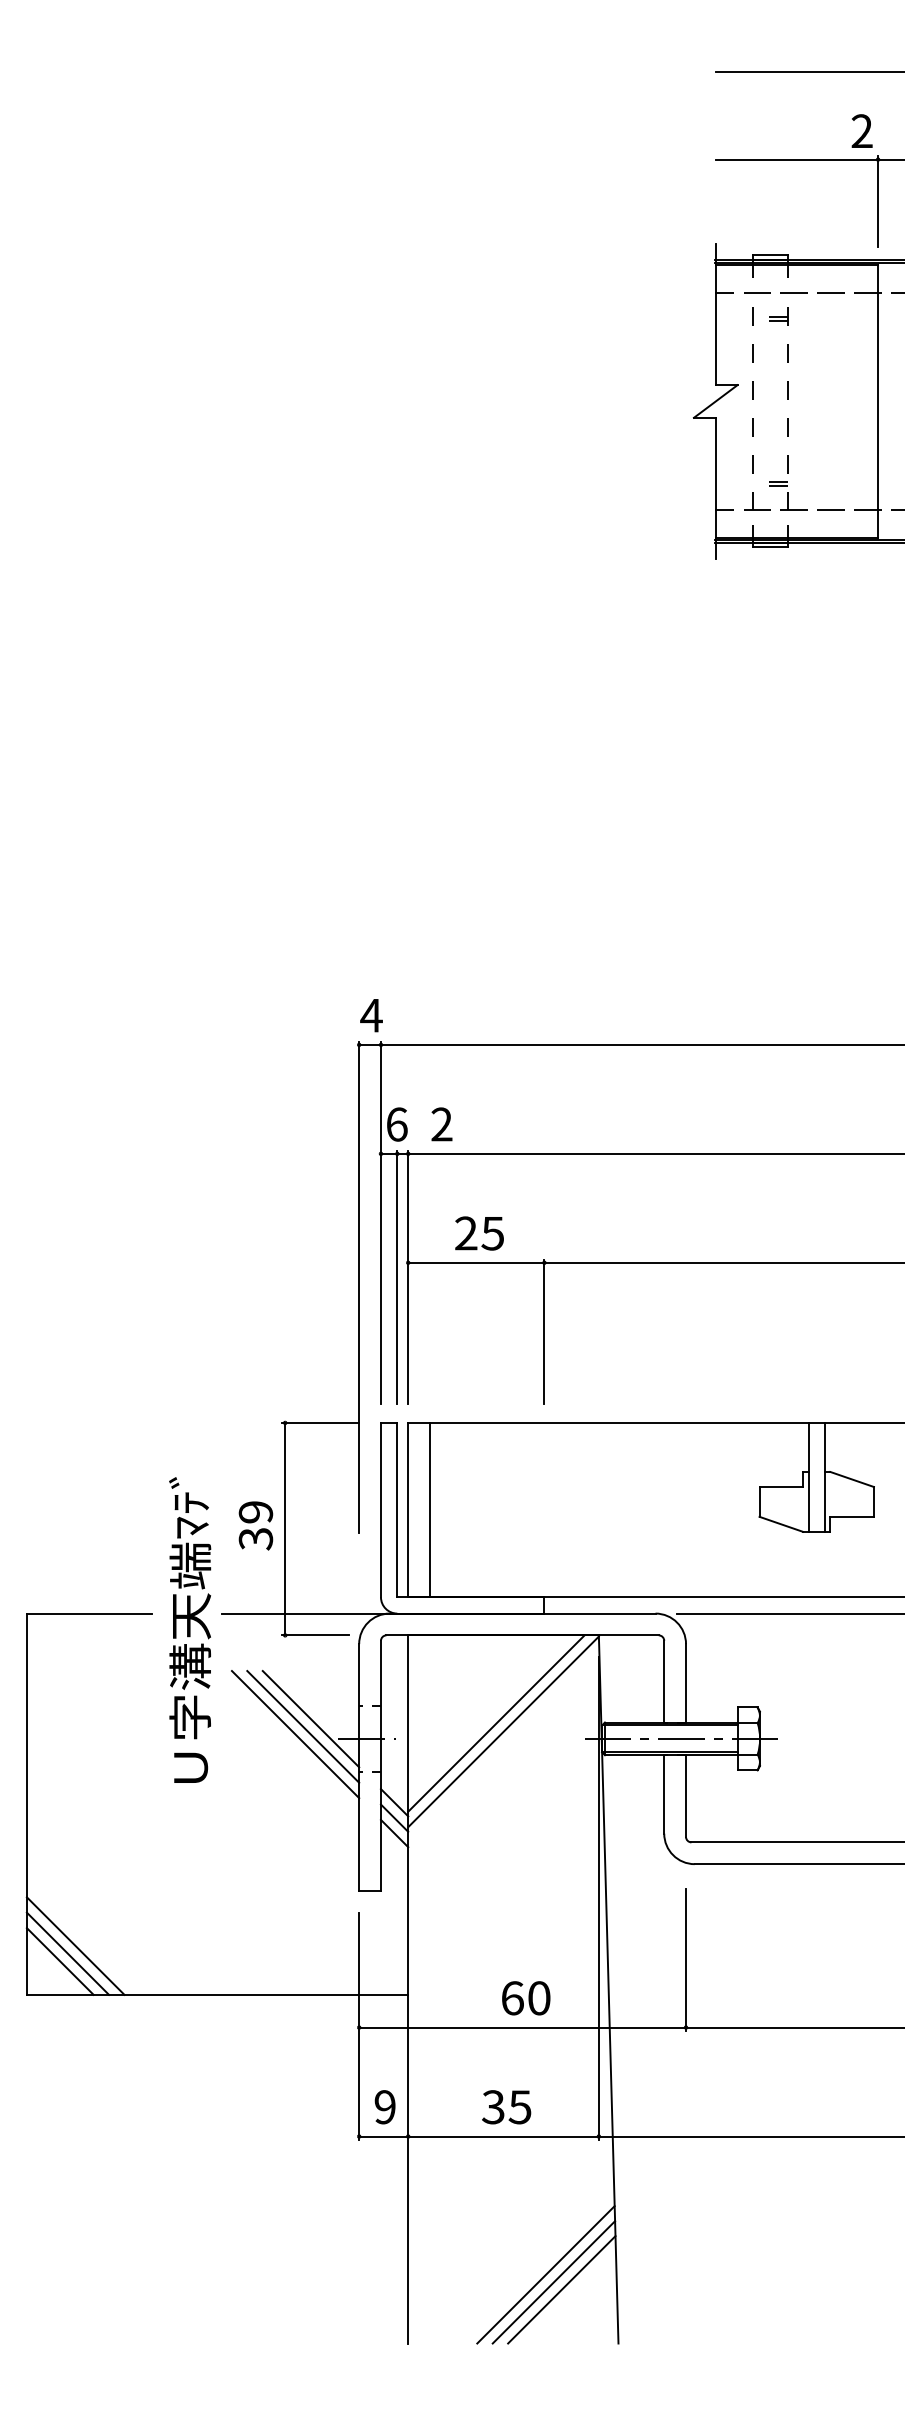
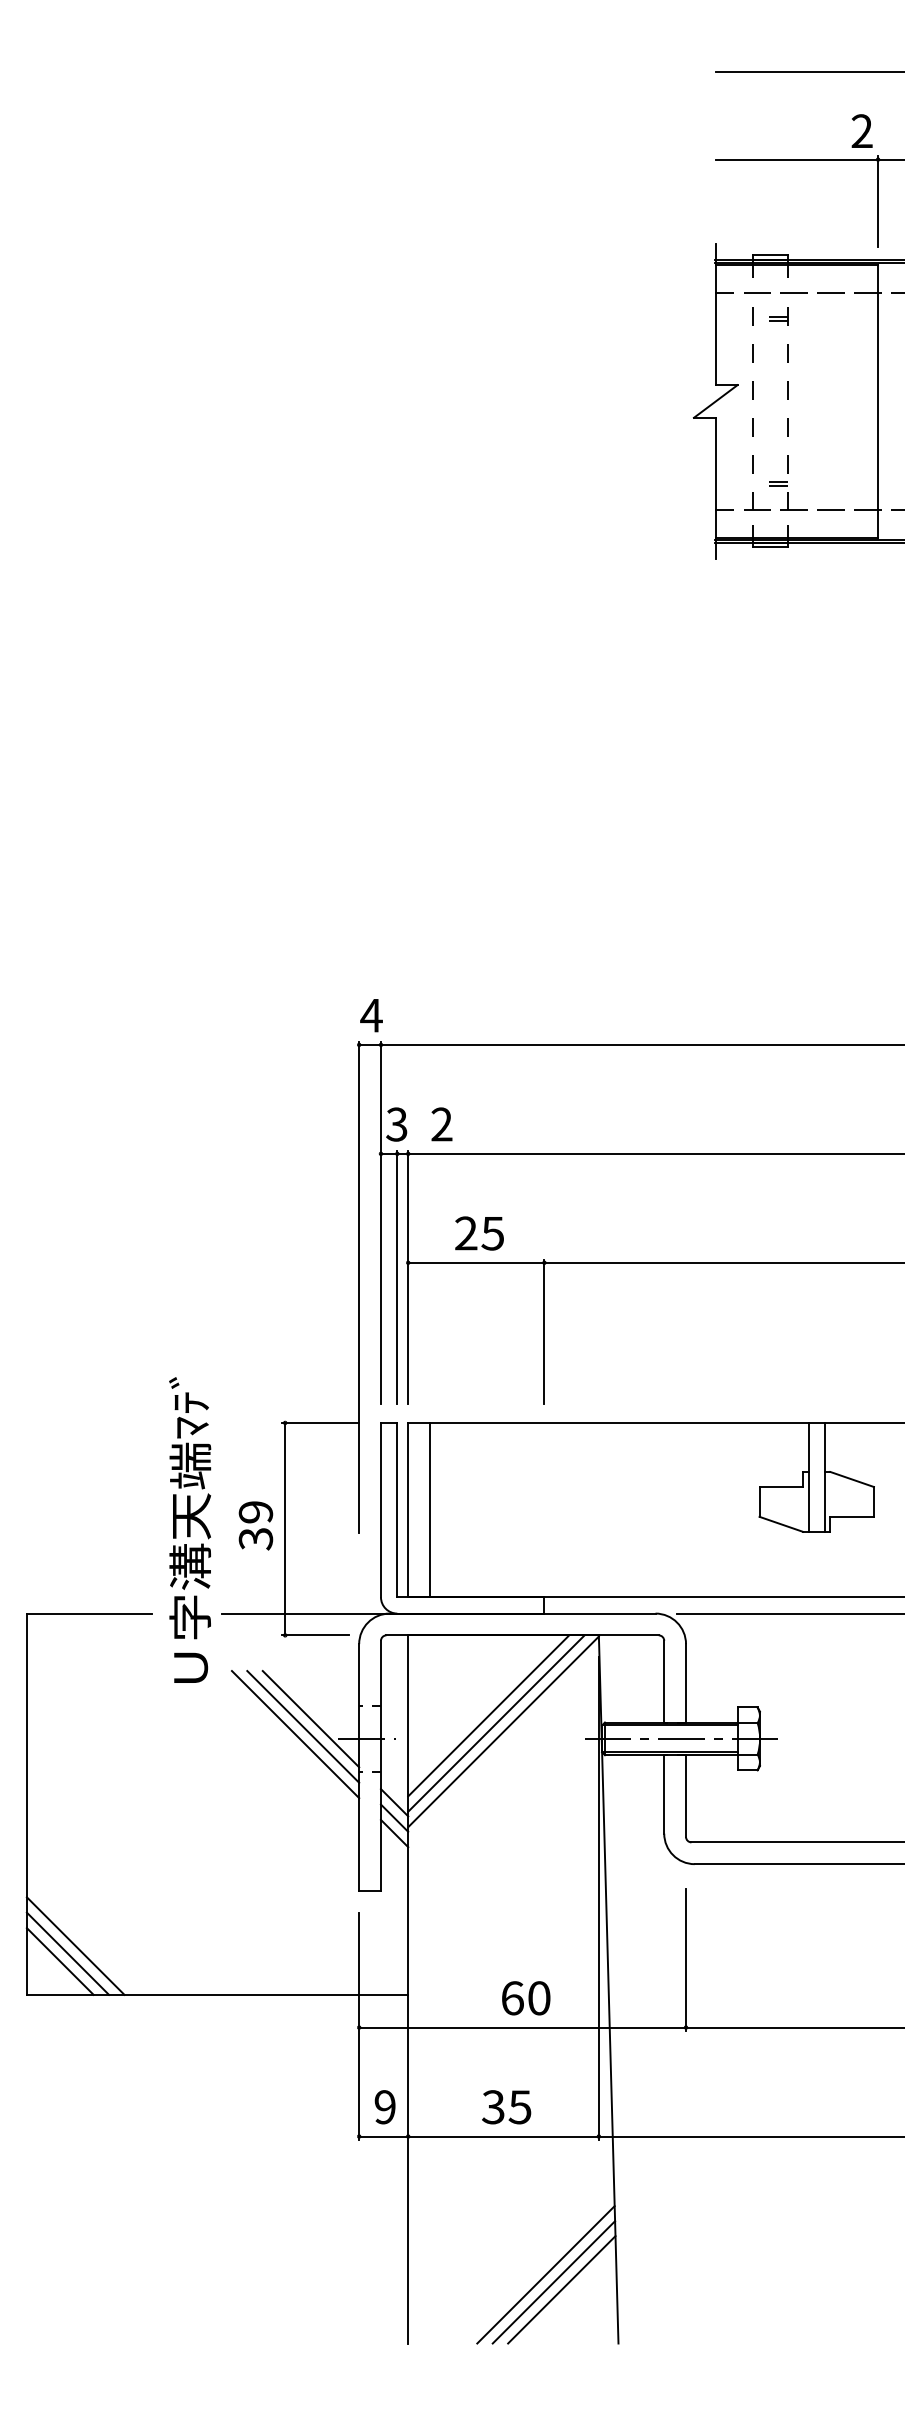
text at (396, 1124): 6 -> 3
text at (190, 1629) position: (190, 1629) -> (190, 1529)
line at (488, 1715): none -> present
